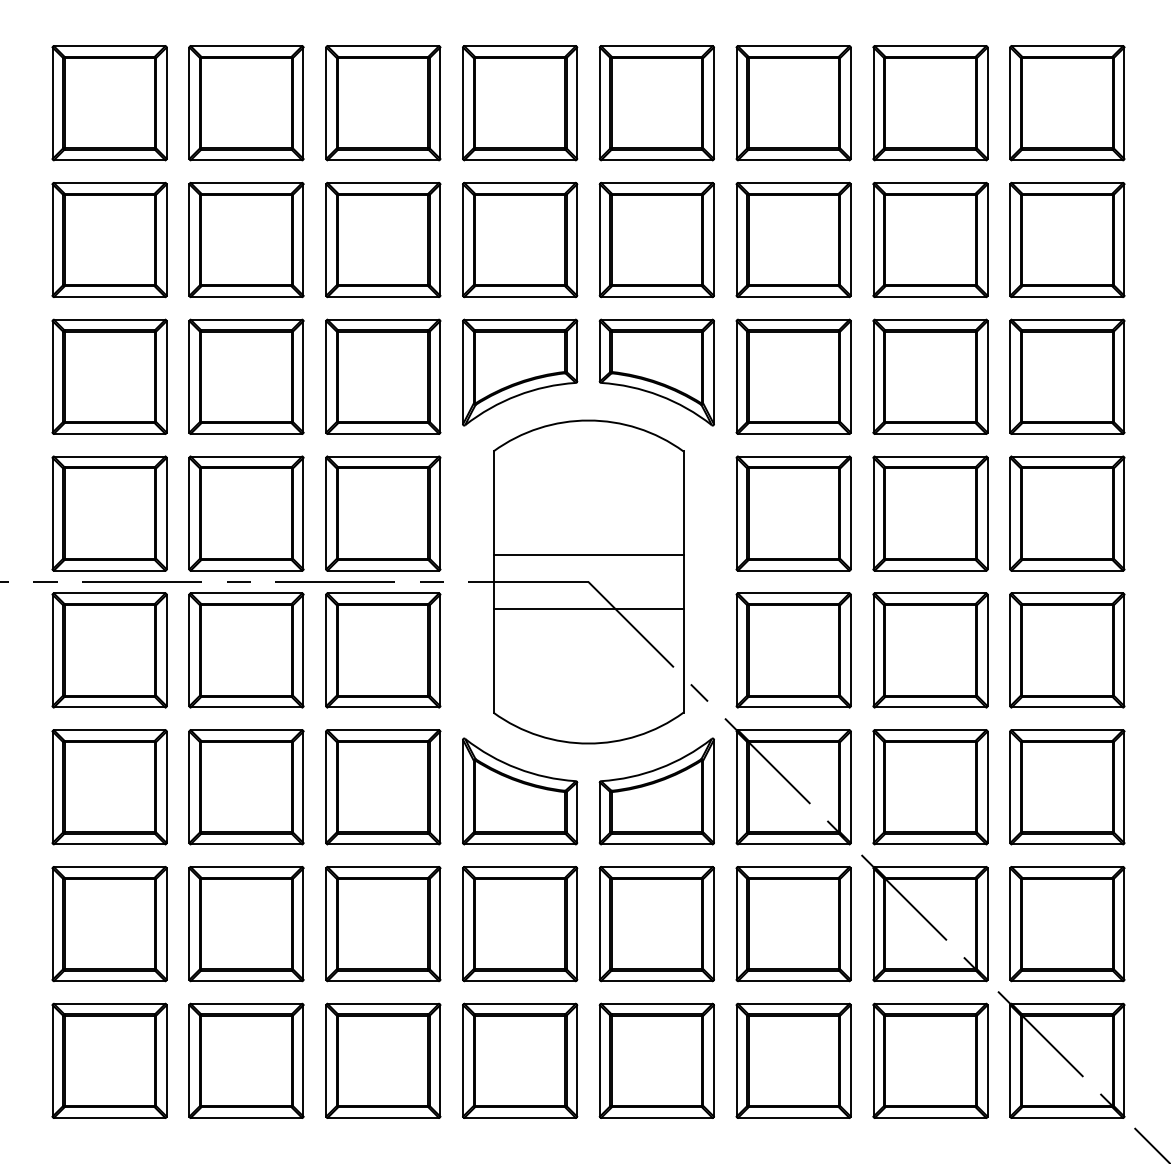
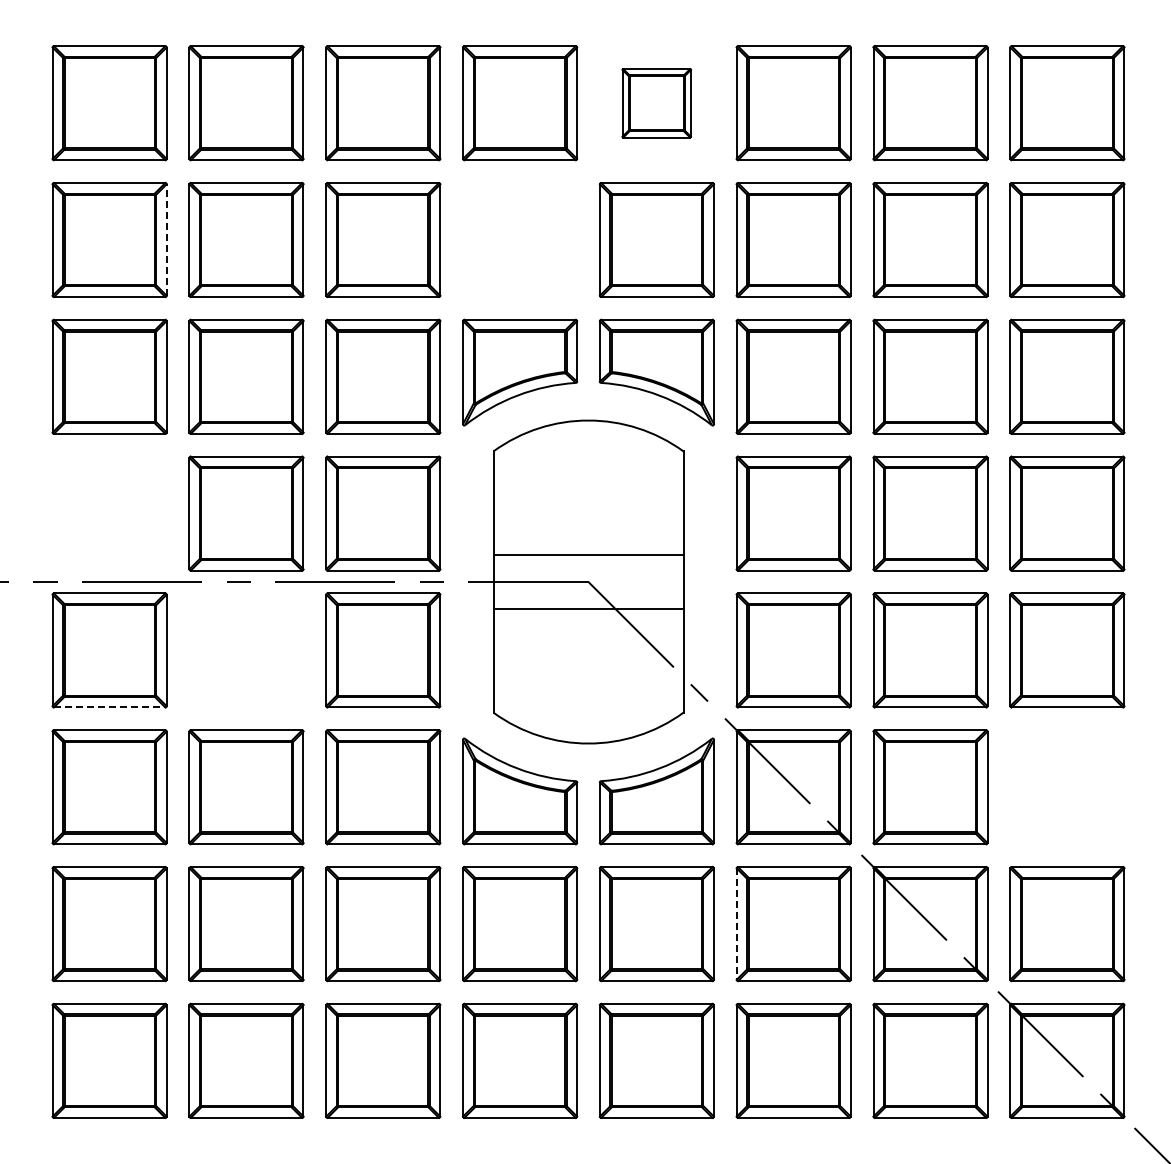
part at (656, 103) size: 117x117 px -> 71x71 px
line at (166, 240): solid -> dashed
part at (520, 240): present -> none
part at (109, 513): present -> none
part at (246, 650): present -> none
line at (109, 707): solid -> dashed
part at (1067, 787): present -> none
line at (736, 924): solid -> dashed
